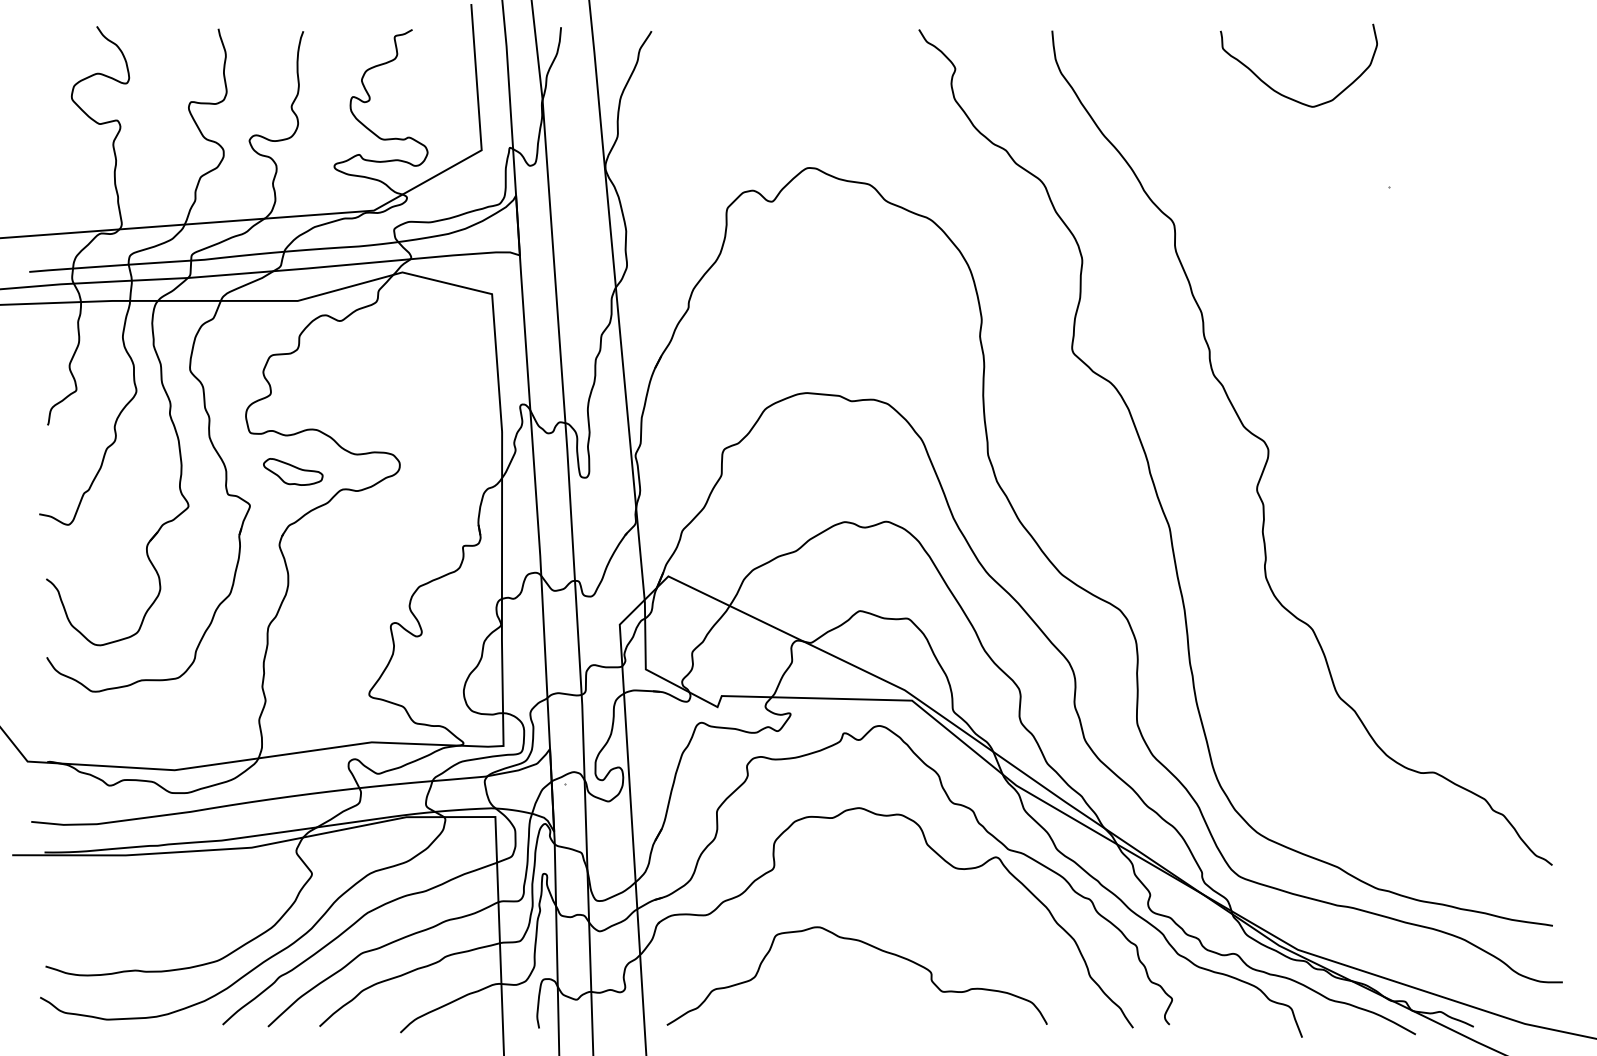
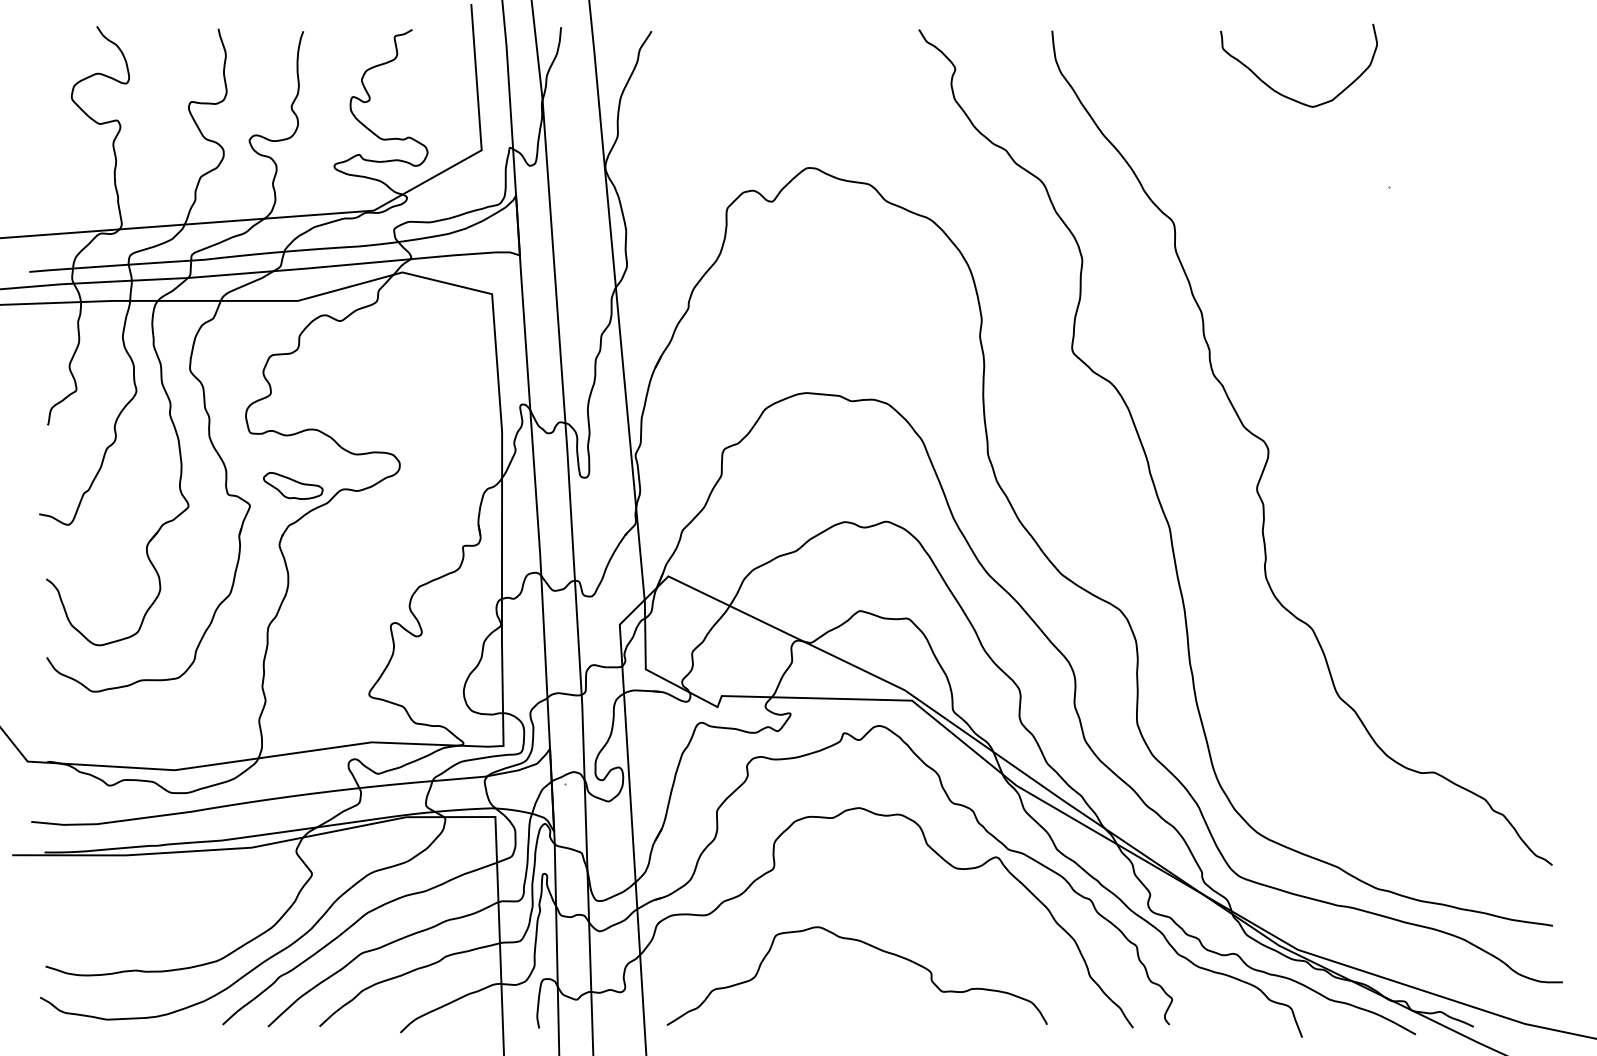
part at (293, 471) position: (293, 471) -> (293, 485)
